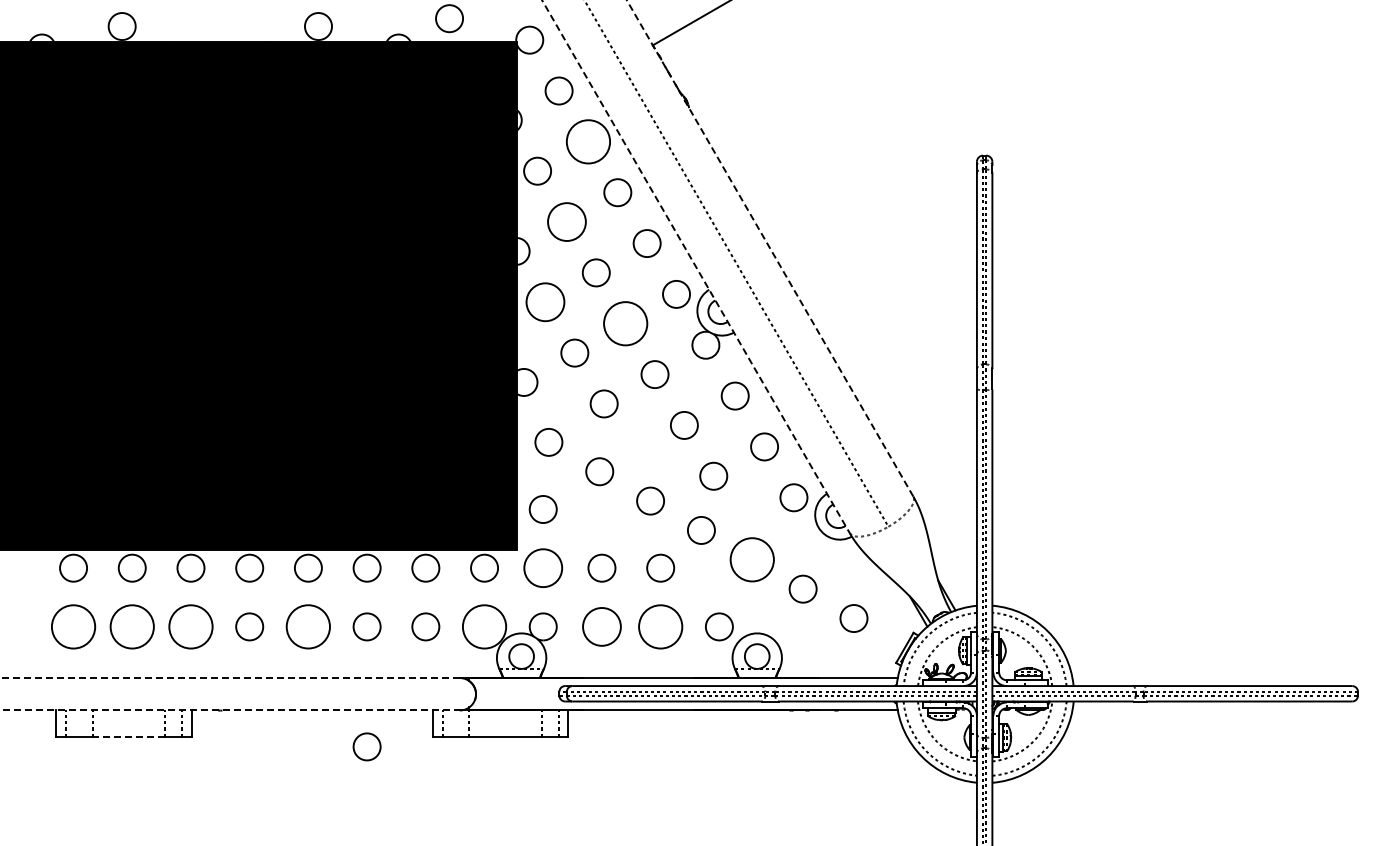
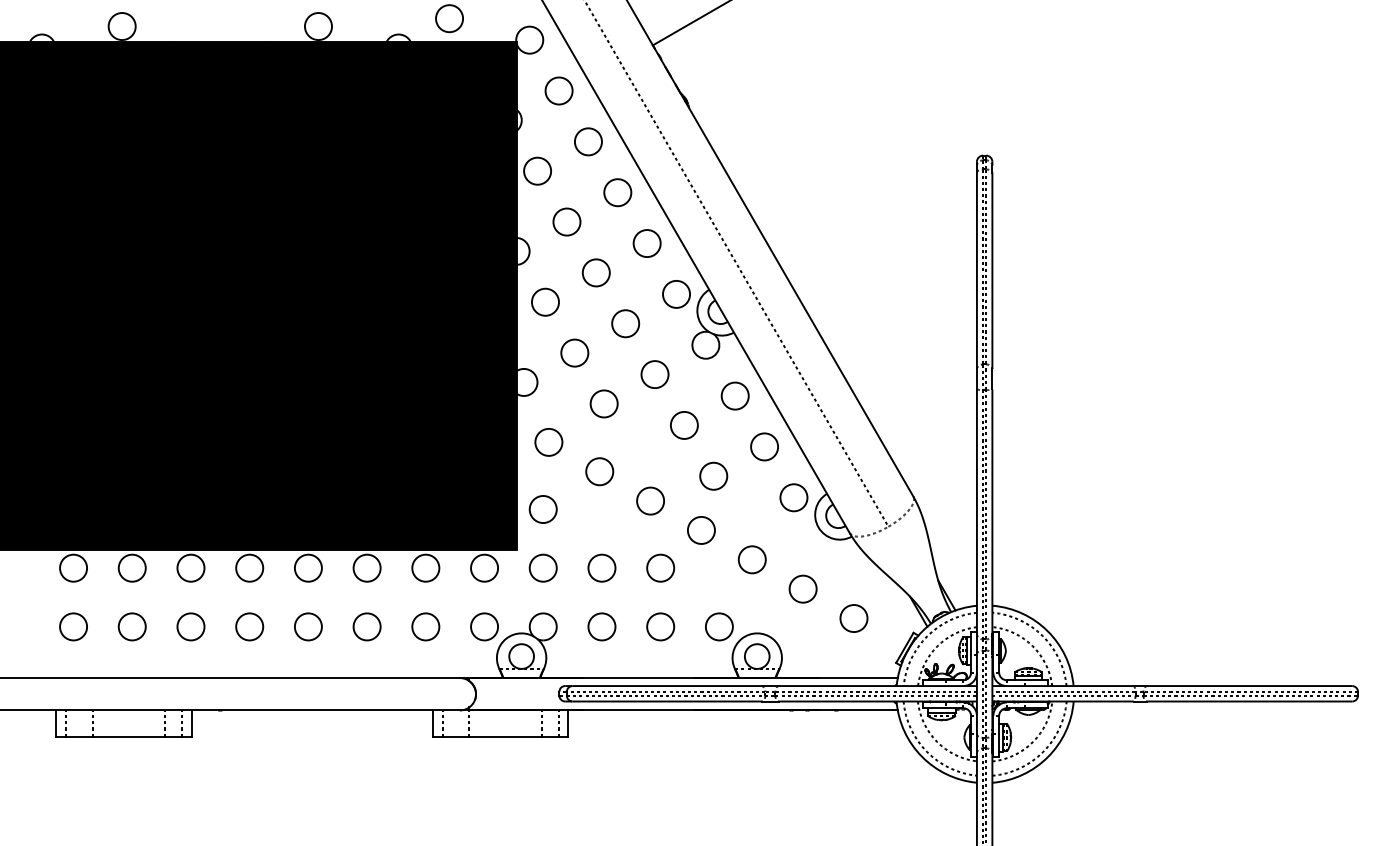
circle at (588, 141) diameter: 43 px -> 27 px
circle at (566, 221) diameter: 38 px -> 27 px
line at (769, 248): dashed -> solid
line at (695, 266): dashed -> solid
circle at (545, 302) diameter: 38 px -> 27 px
circle at (625, 323) diameter: 43 px -> 27 px
circle at (751, 559) diameter: 43 px -> 27 px
circle at (543, 568) diameter: 38 px -> 27 px
circle at (73, 626) diameter: 43 px -> 27 px
circle at (131, 626) diameter: 43 px -> 27 px
circle at (190, 626) diameter: 43 px -> 27 px
circle at (307, 626) size: 46x46 px -> 29x30 px
circle at (484, 626) diameter: 43 px -> 27 px
circle at (601, 626) diameter: 38 px -> 27 px
circle at (660, 626) diameter: 43 px -> 27 px
line at (229, 678): dashed -> solid
line at (230, 710): dashed -> solid
line at (128, 736): dashed -> solid
circle at (366, 746): present -> none
